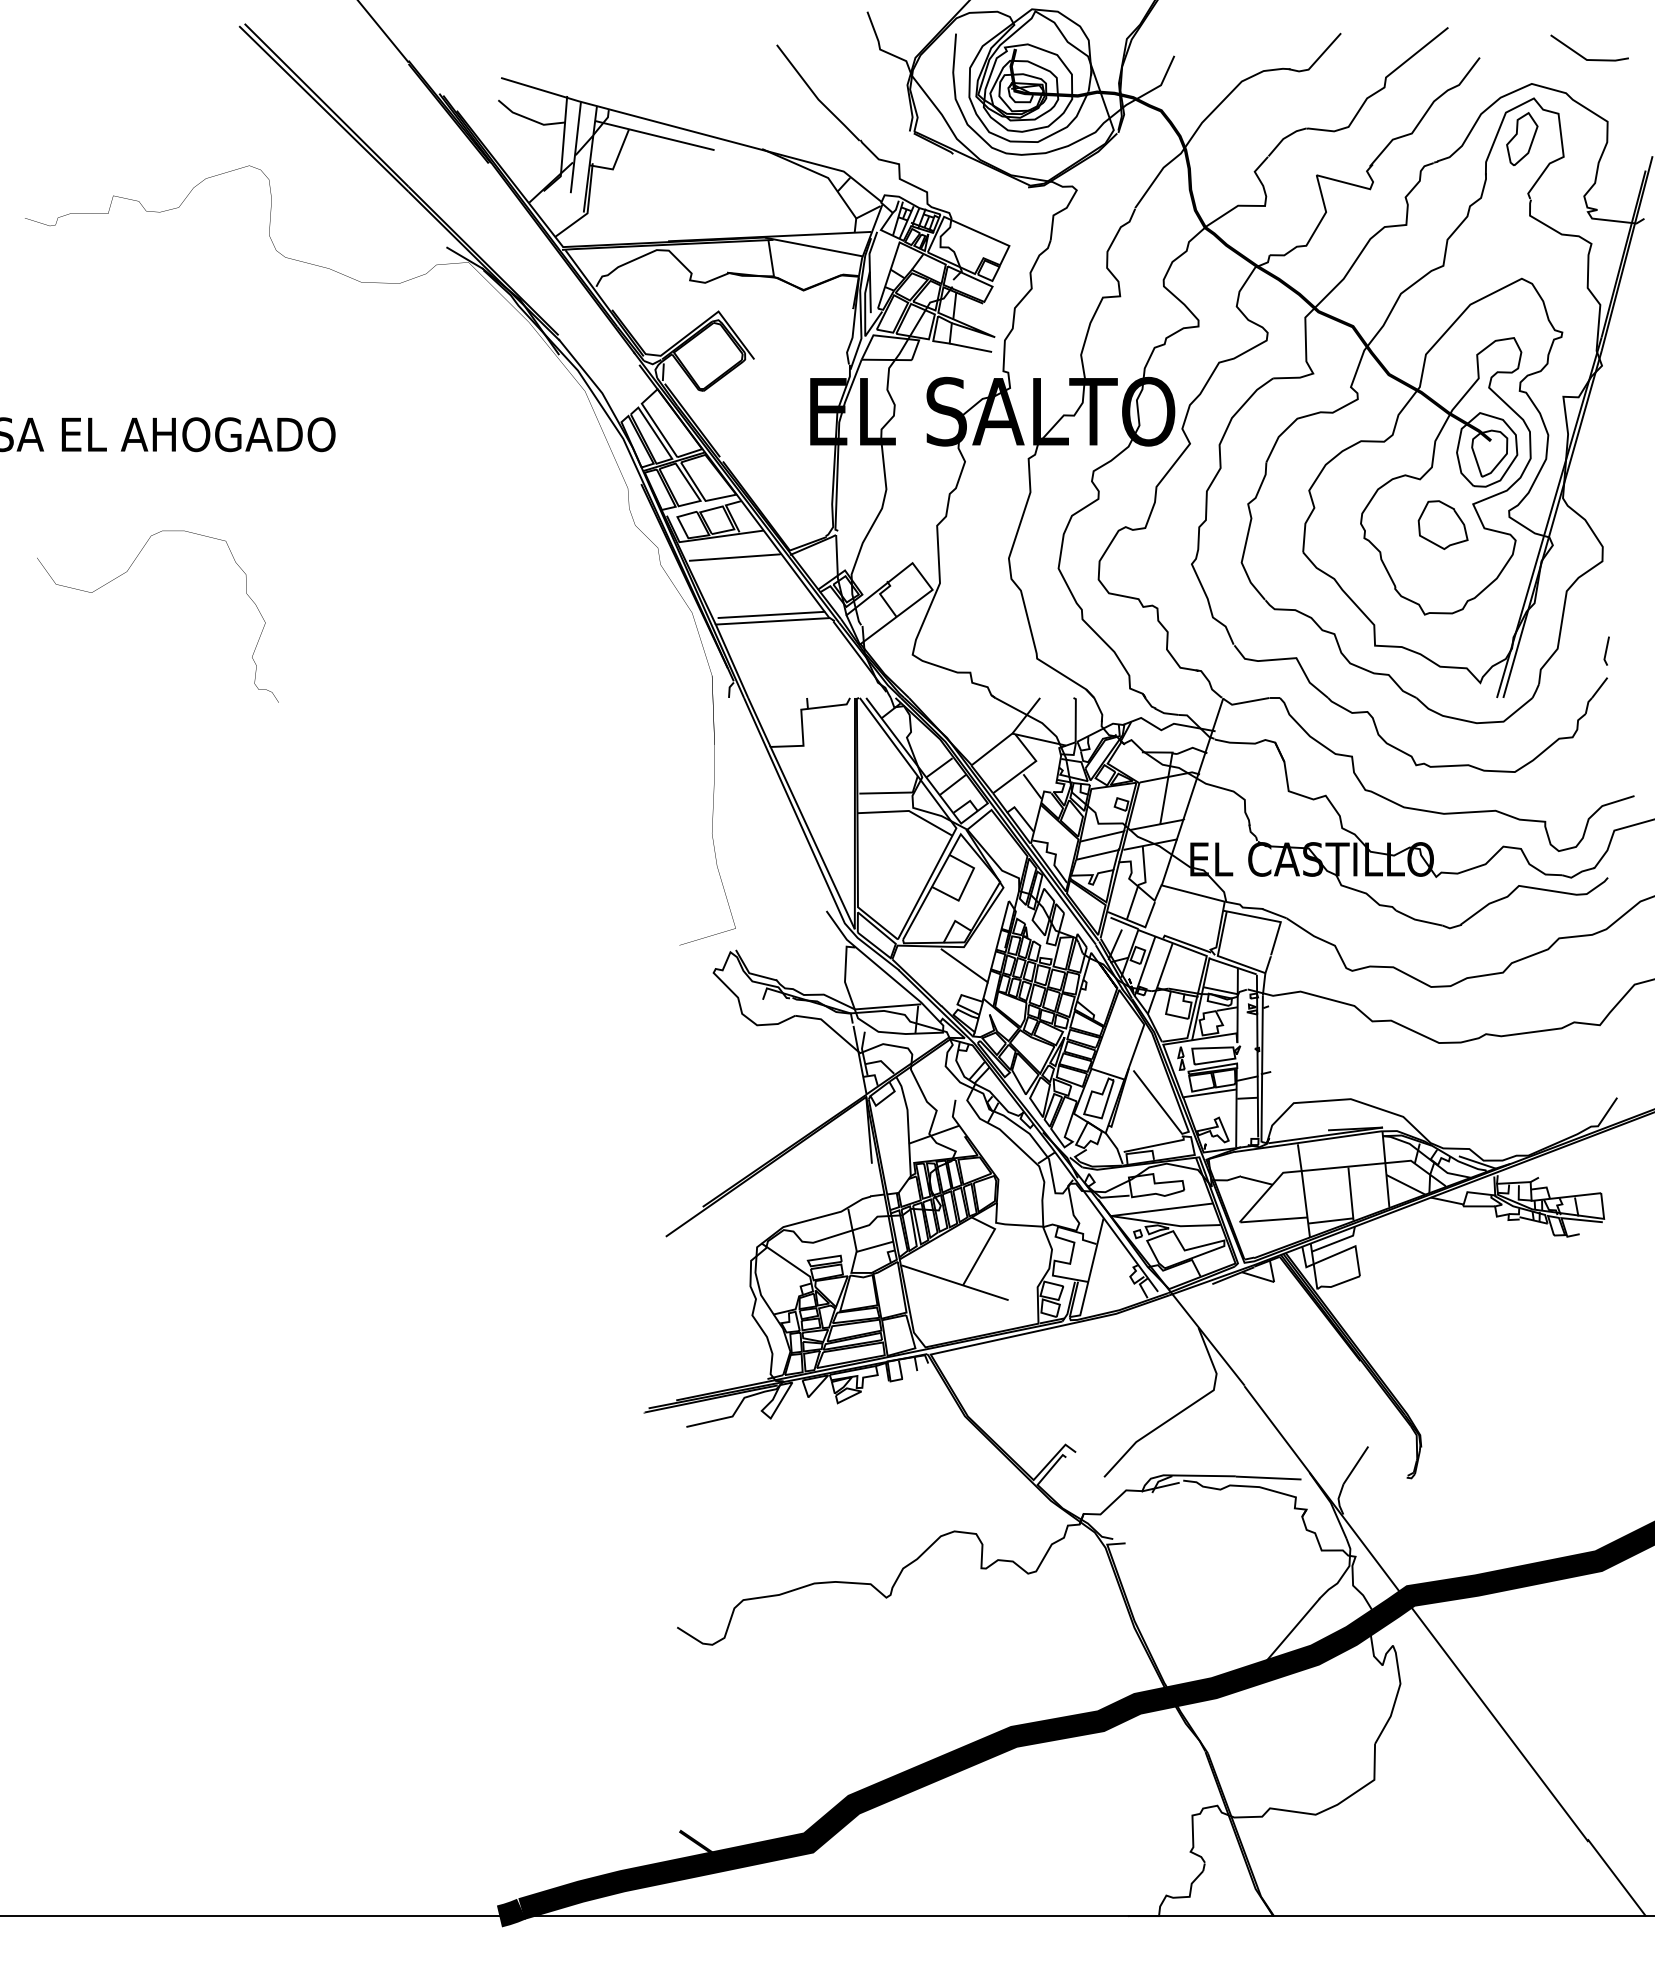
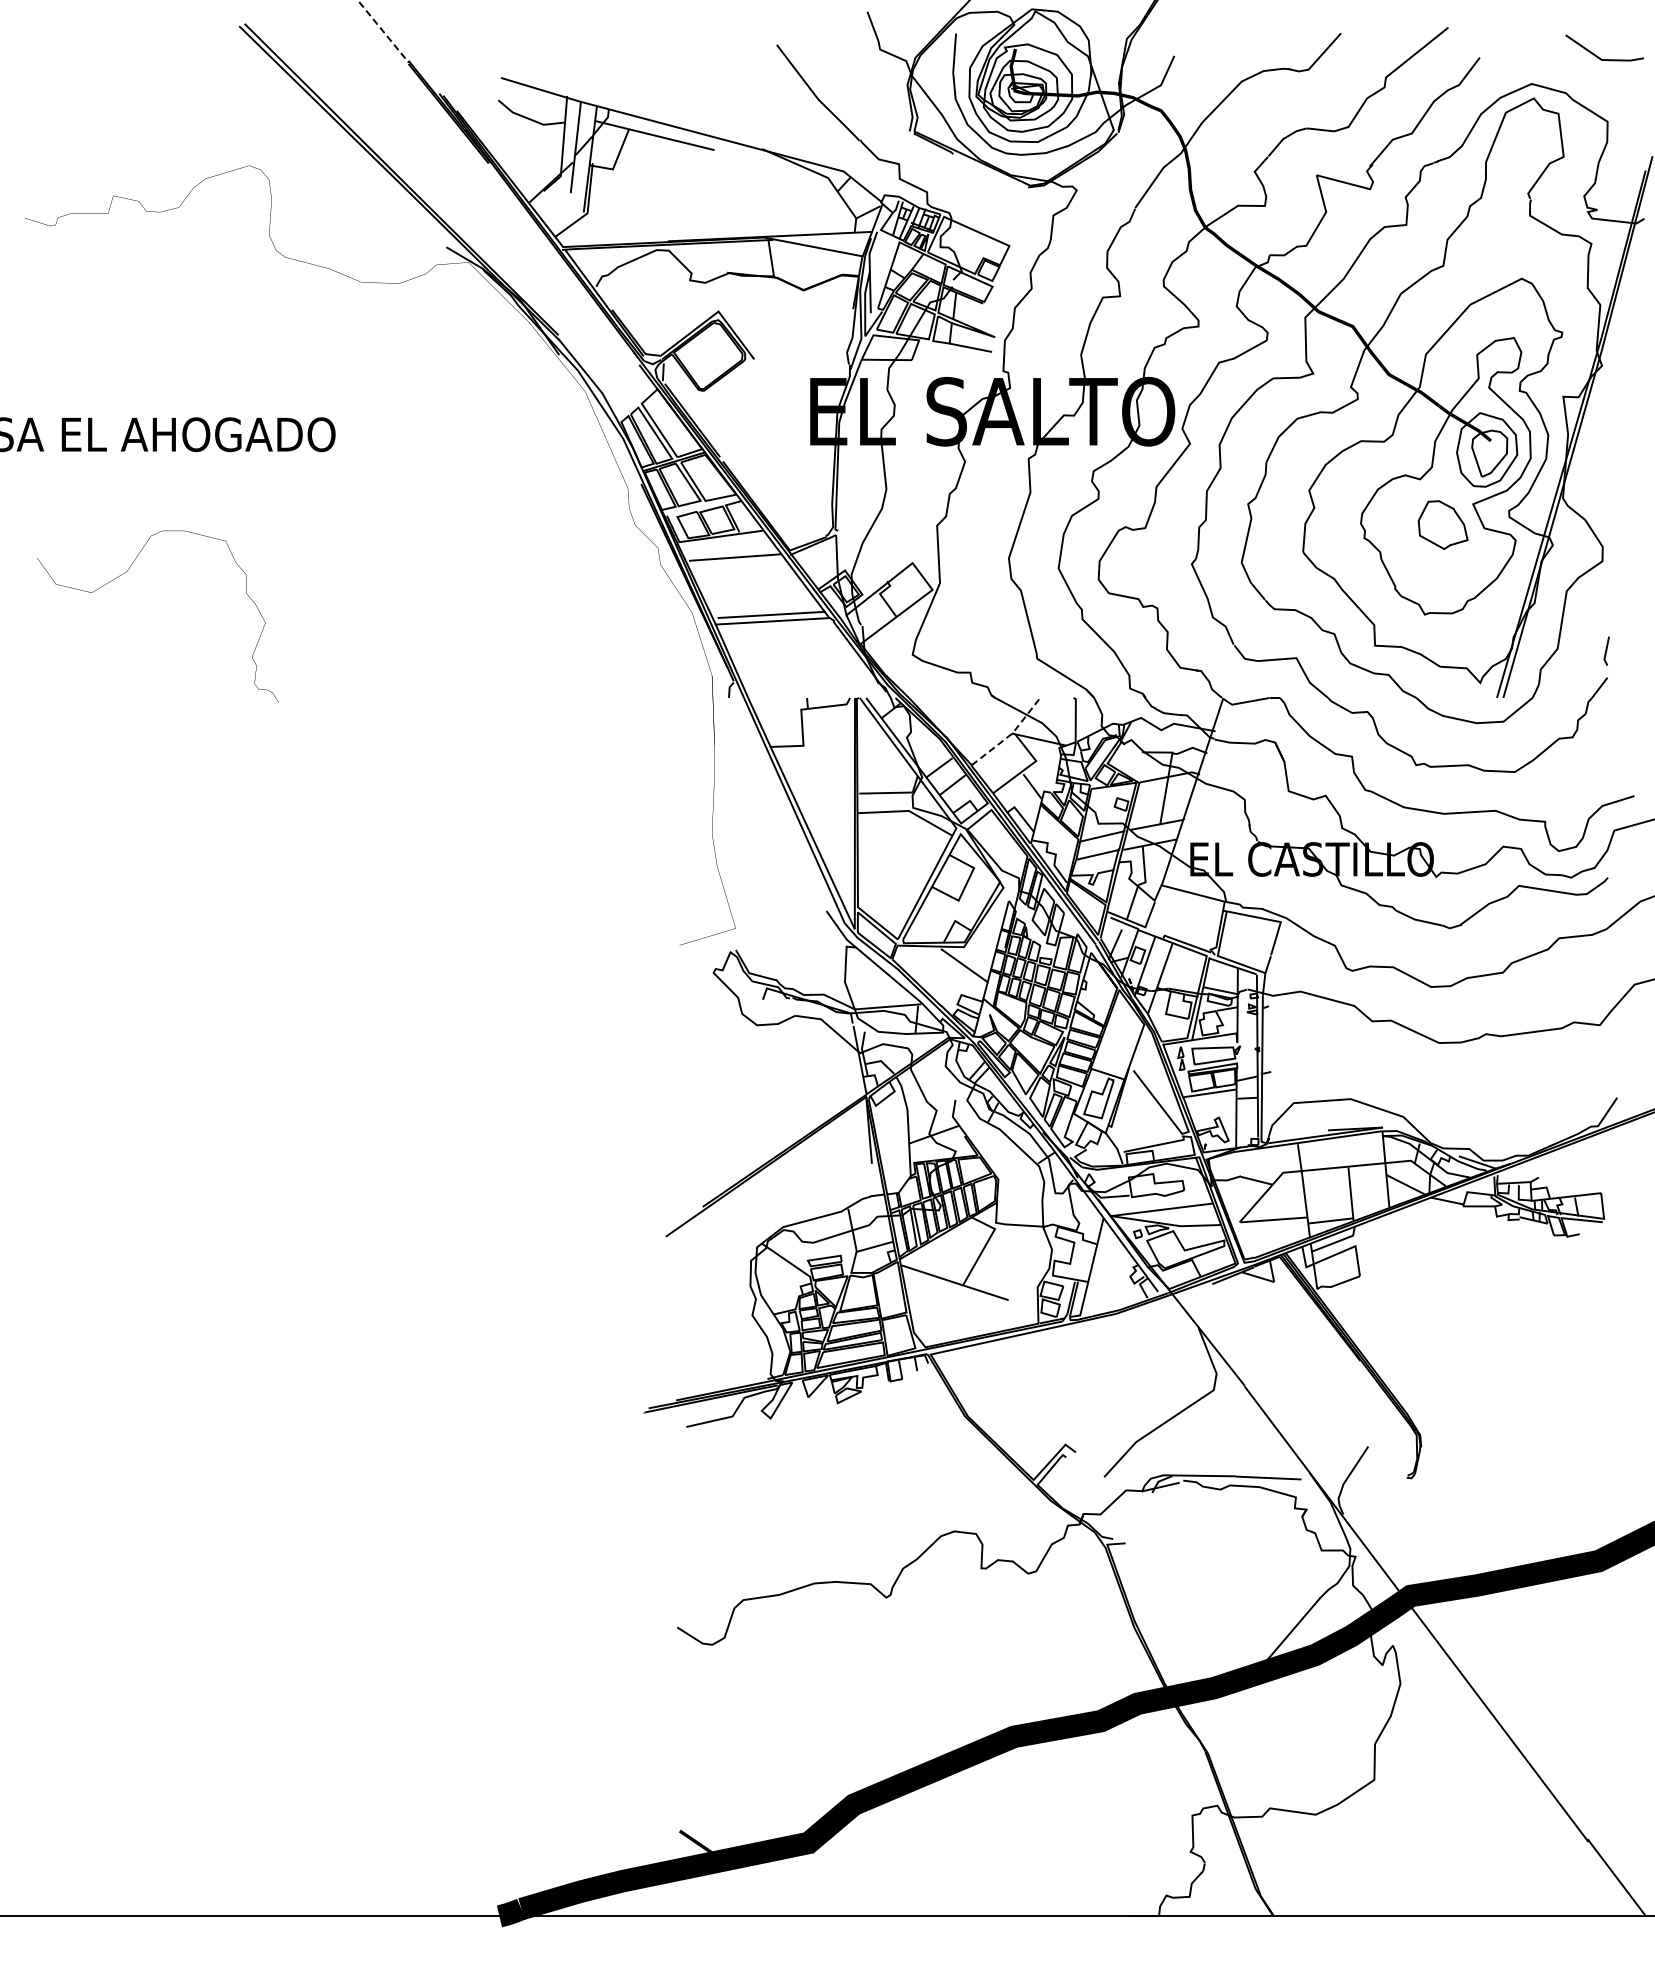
line at (383, 31): solid -> dashed
line at (1582, 55) position: (1582, 55) -> (1597, 55)
part at (1522, 139): present -> none
line at (1011, 734): solid -> dashed
